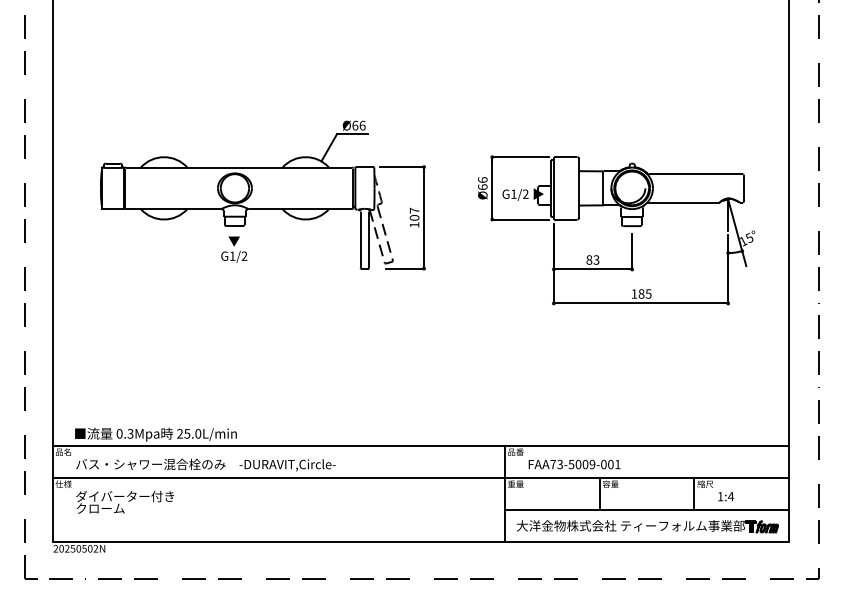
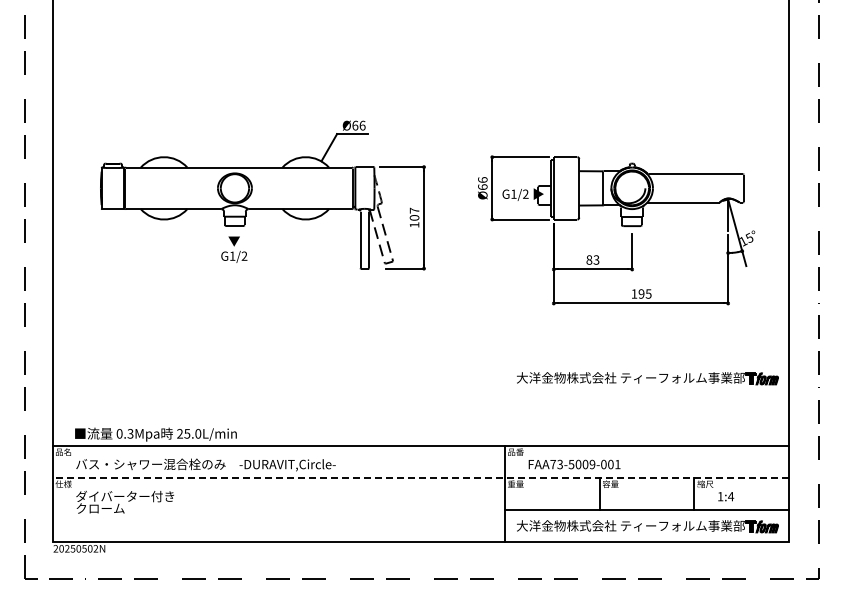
text at (641, 293): 185 -> 195
part at (647, 378): none -> present
line at (420, 478): solid -> dashed
